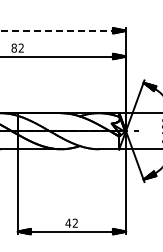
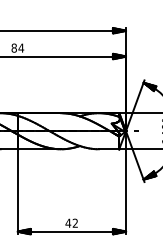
line at (63, 30): dashed -> solid
text at (21, 47): 82 -> 84
